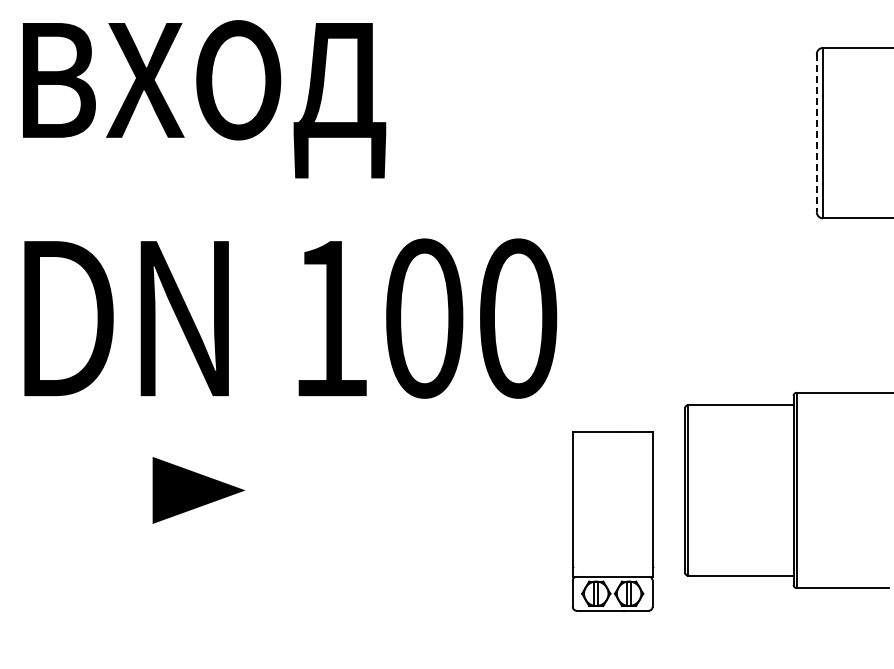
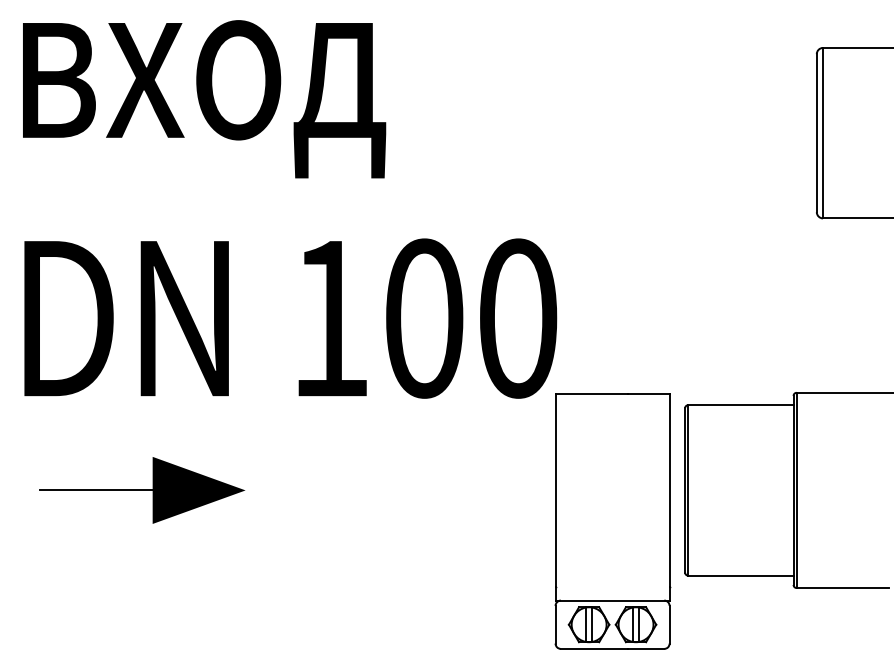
line at (816, 133): dashed -> solid
line at (96, 490): none -> present
part at (612, 521) size: 84x181 px -> 118x257 px
